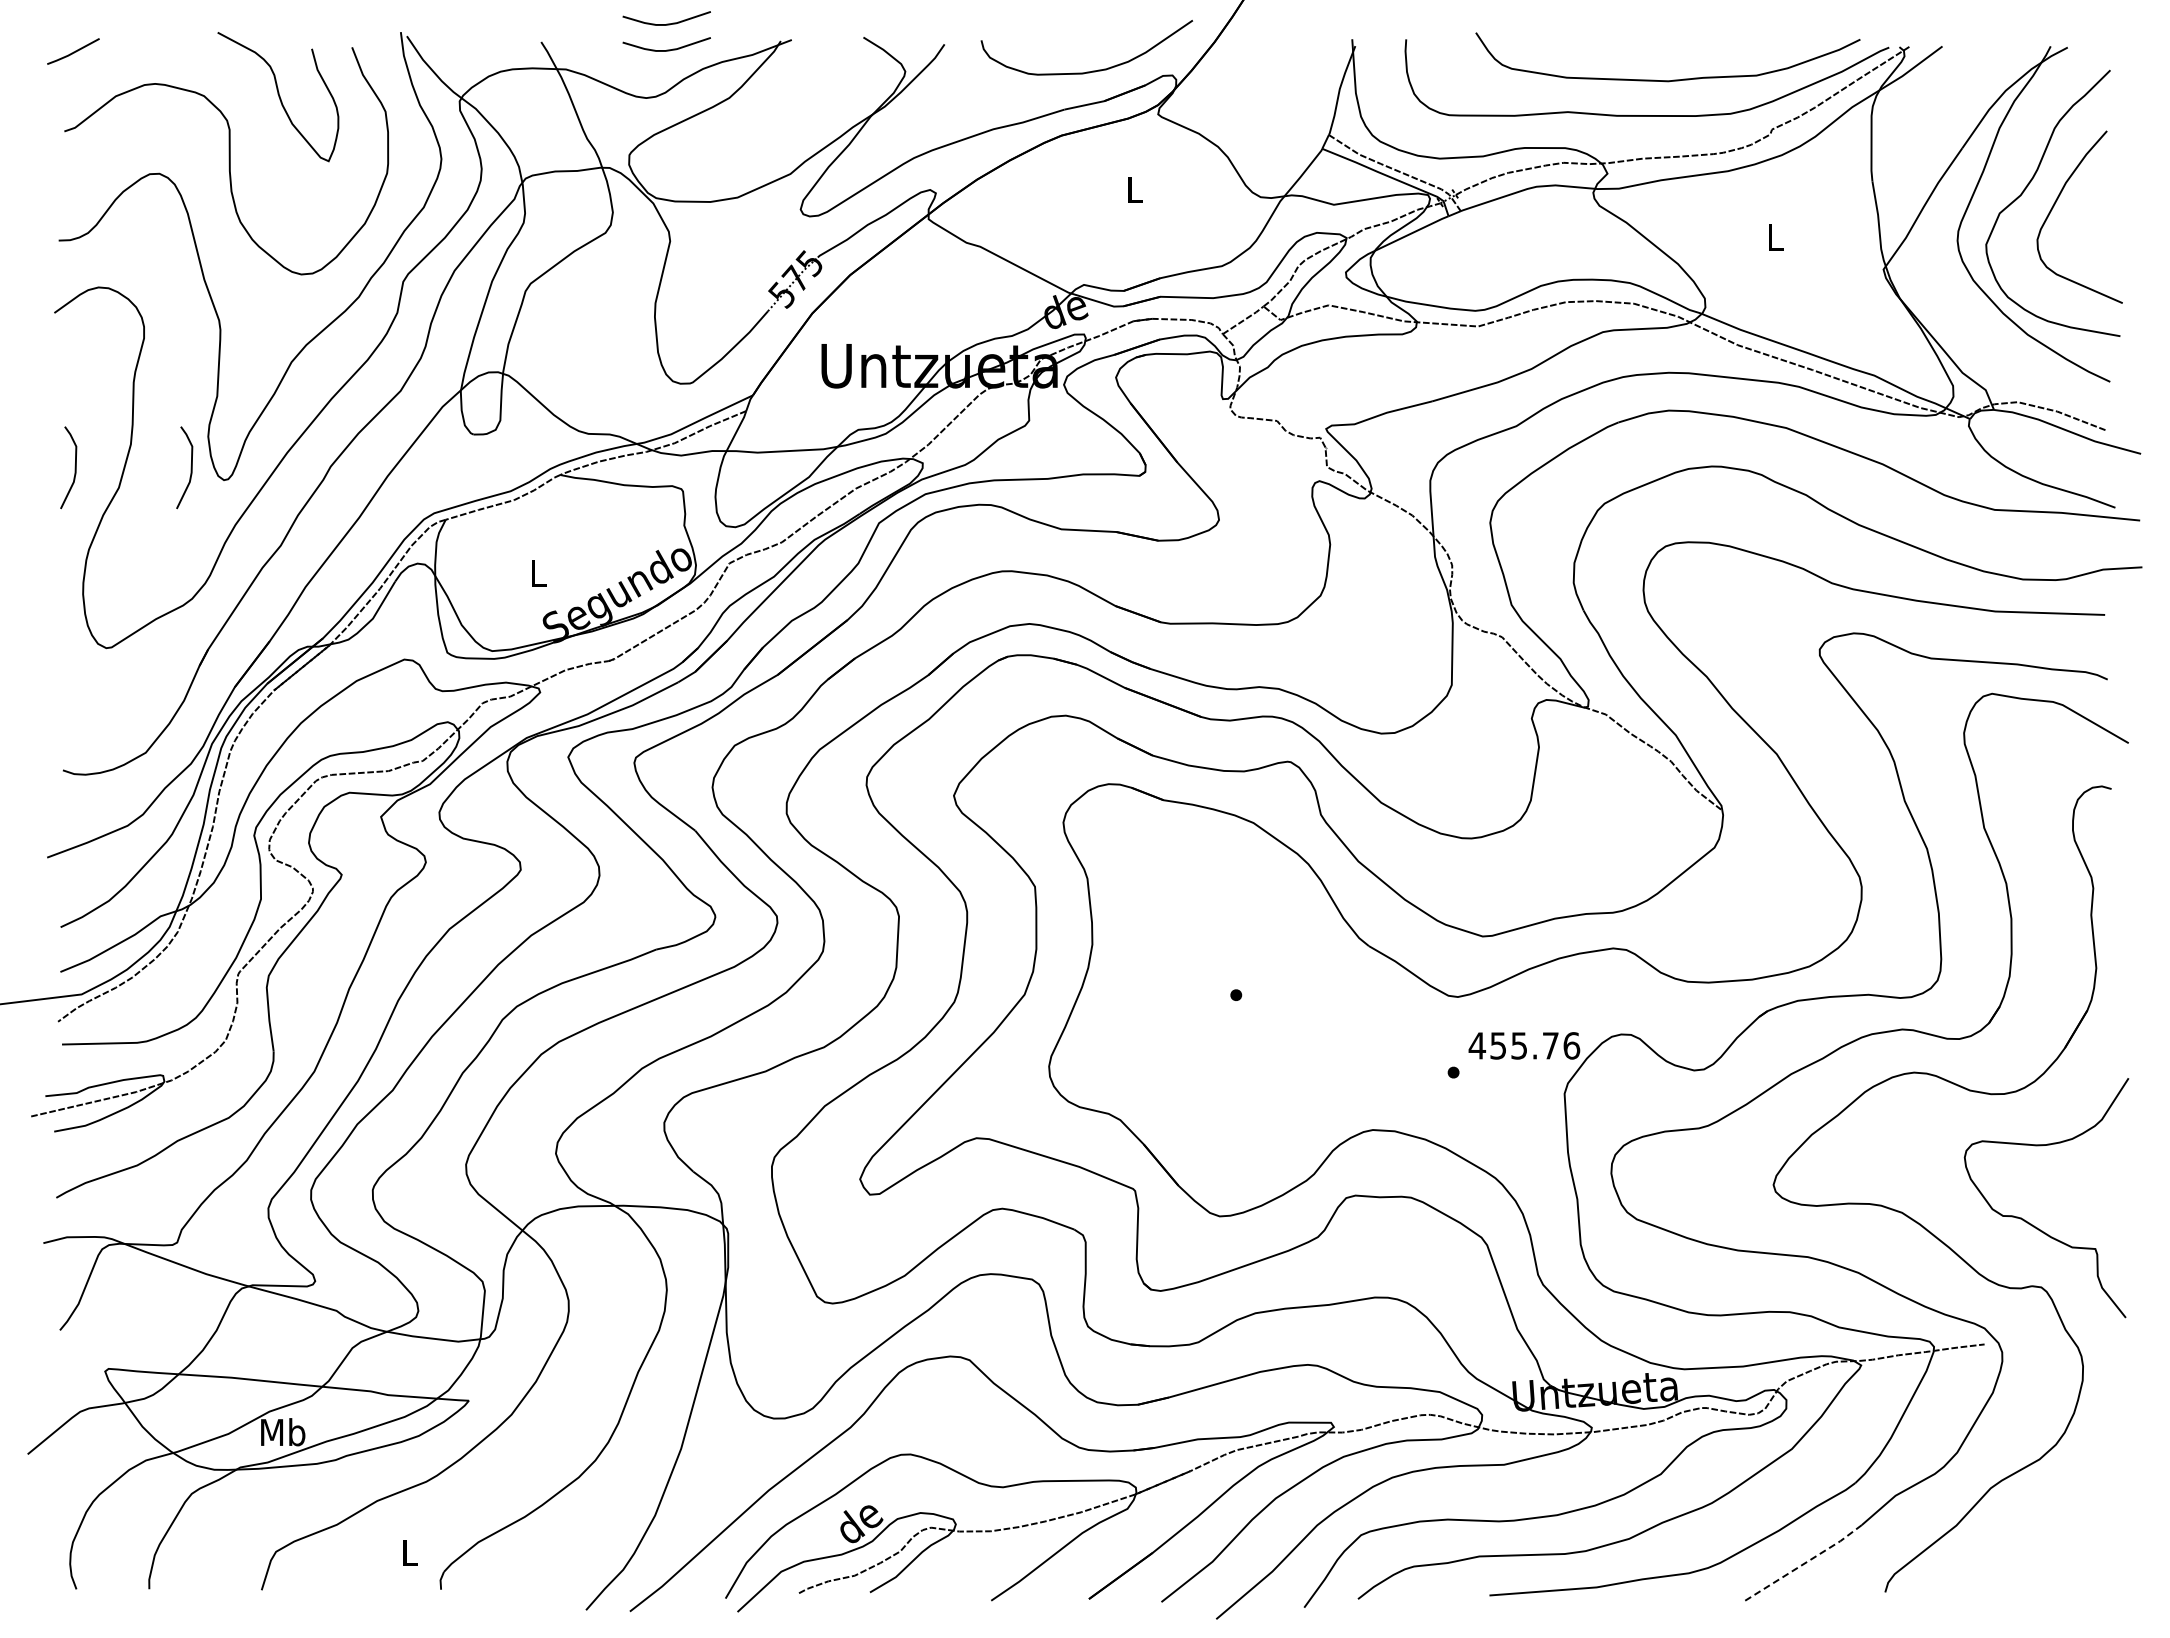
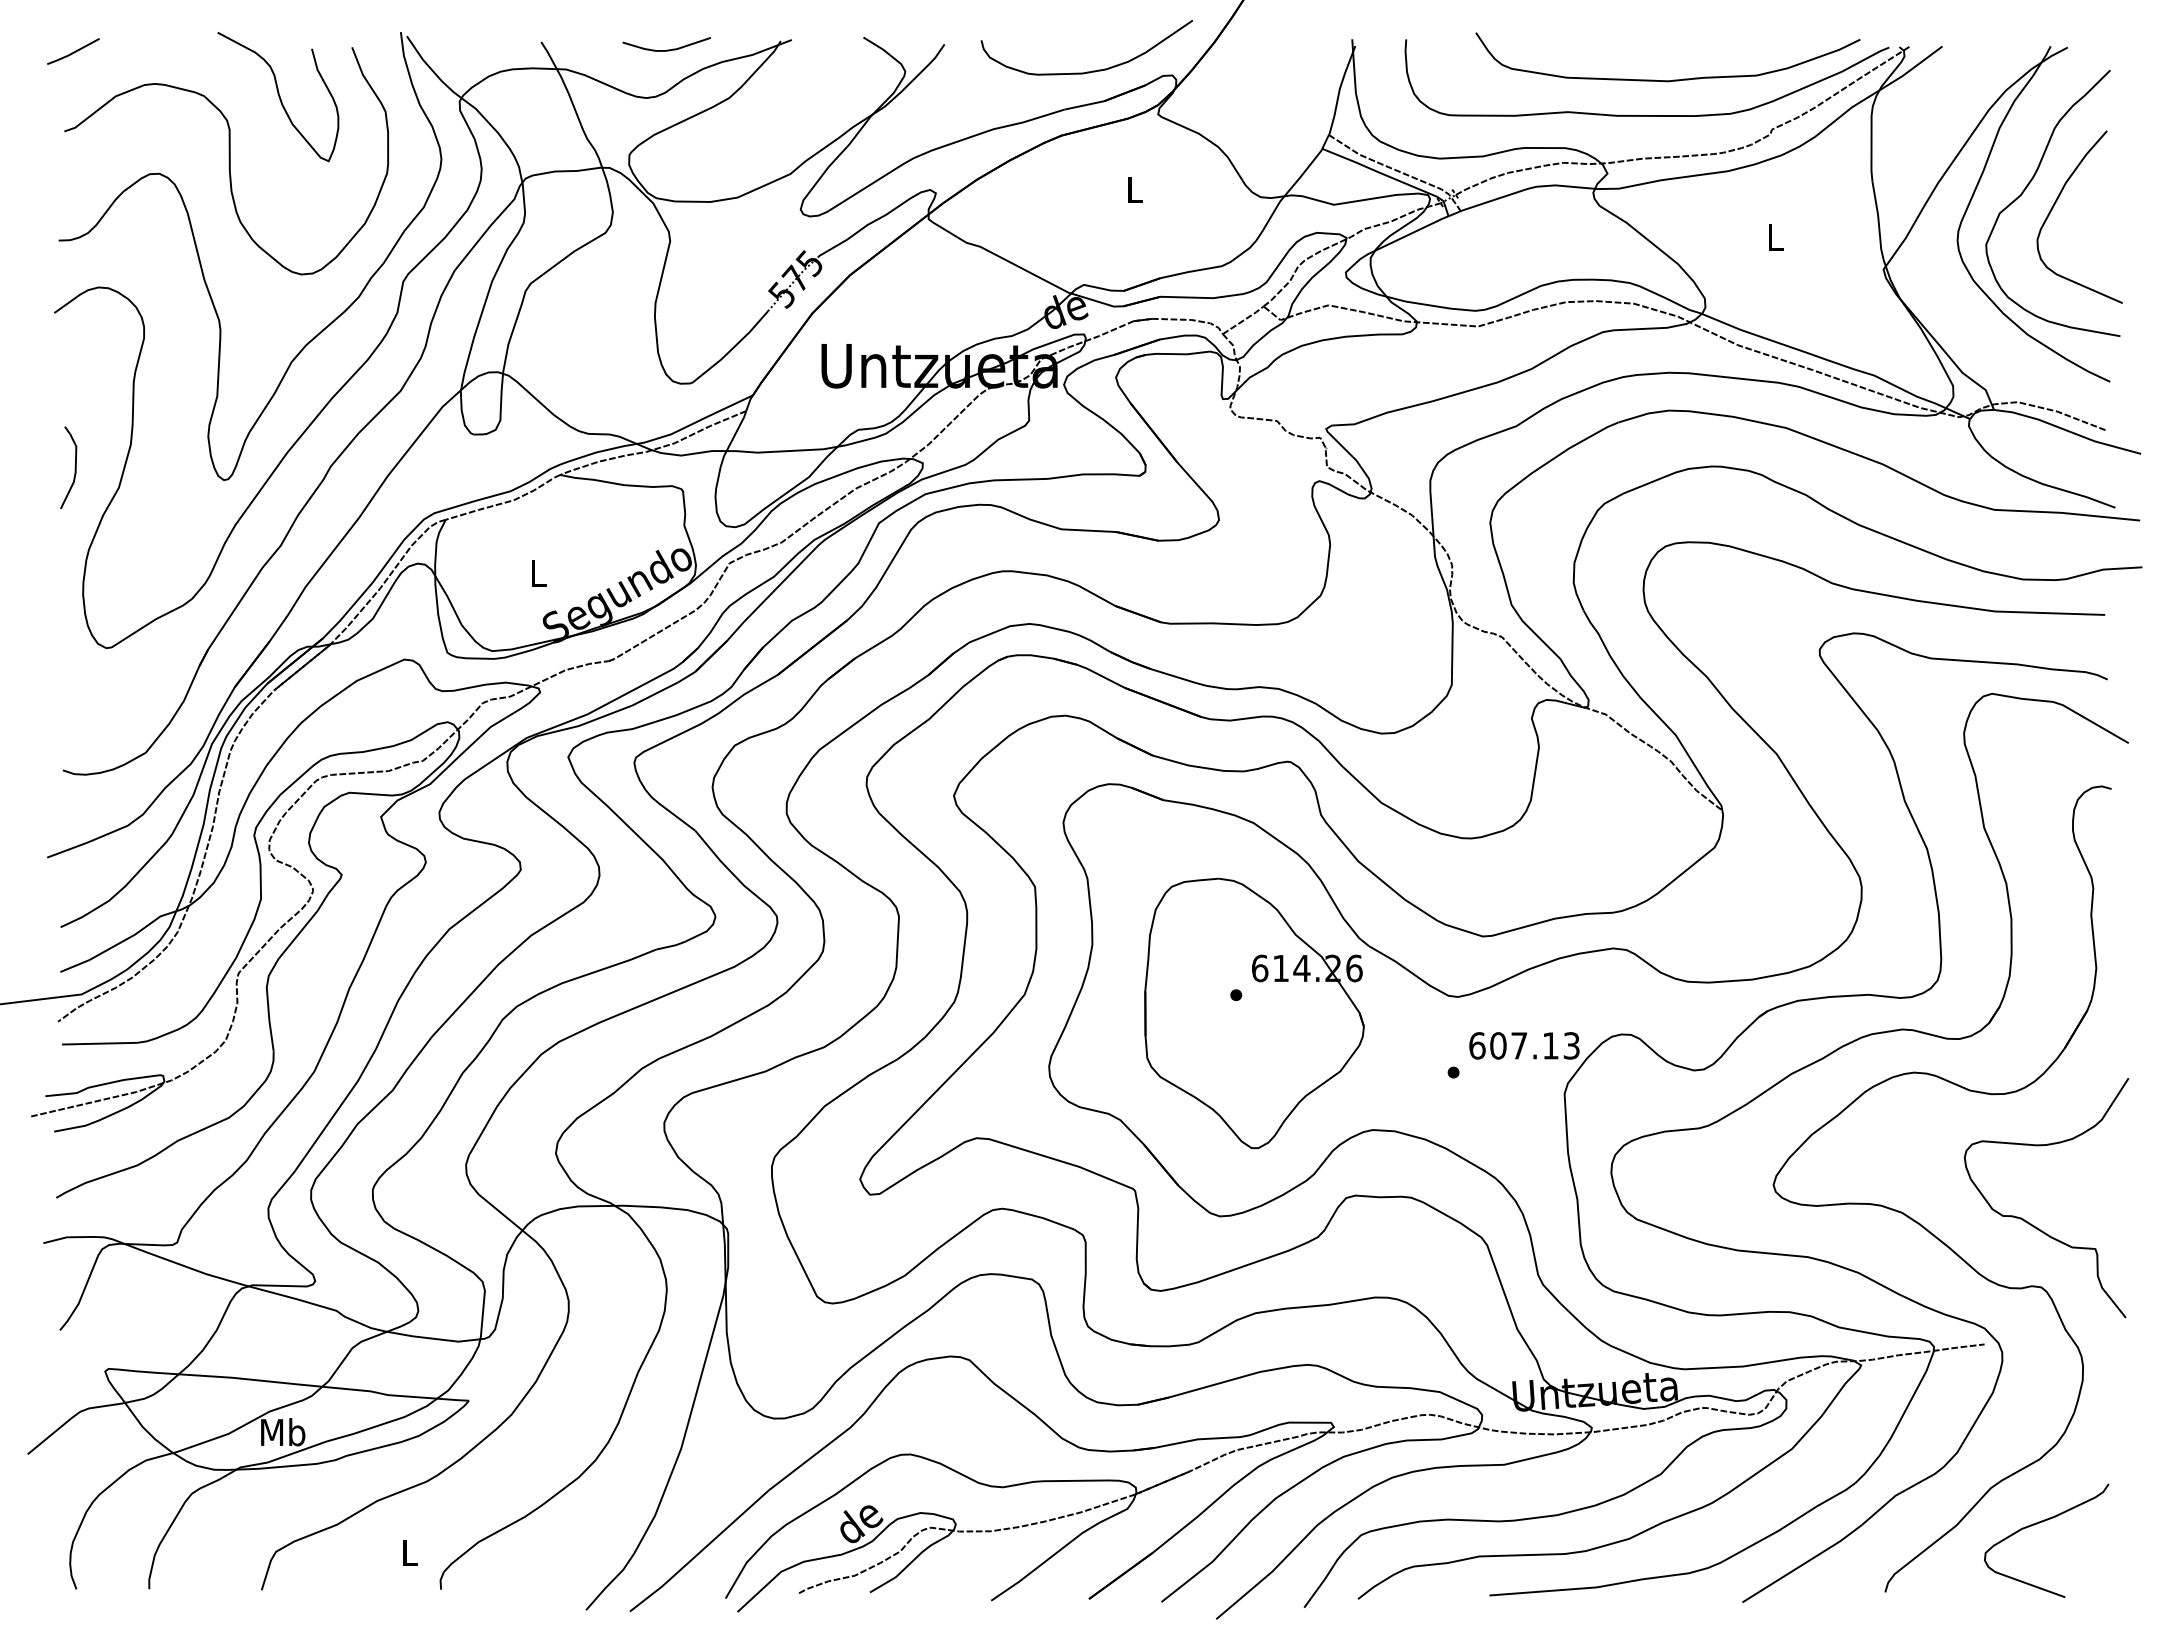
curve at (666, 23): present -> none
curve at (190, 467): present -> none
part at (1254, 1012): none -> present
text at (1524, 1045): 455.76 -> 607.13
curve at (2037, 1524): none -> present
line at (1803, 1564): dashed -> solid
